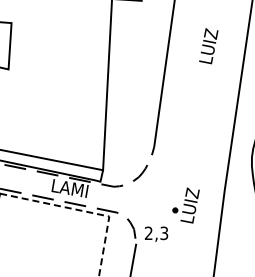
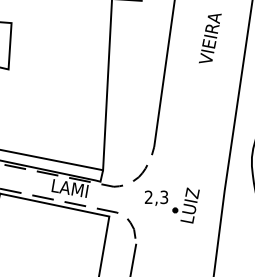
text at (210, 38): LUIZ -> VIEIRA
line at (84, 211): dashed -> solid
text at (156, 233) position: (156, 233) -> (156, 197)
